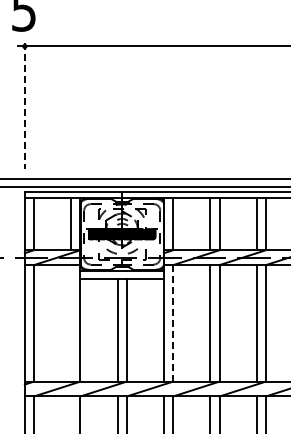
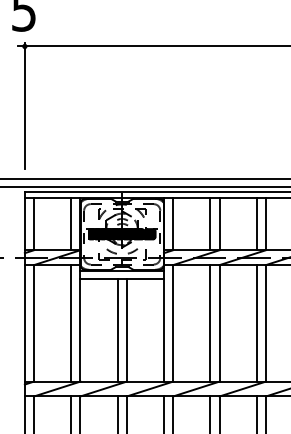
line at (24, 106): dashed -> solid
line at (71, 323): none -> present
line at (173, 323): dashed -> solid
line at (71, 413): none -> present
